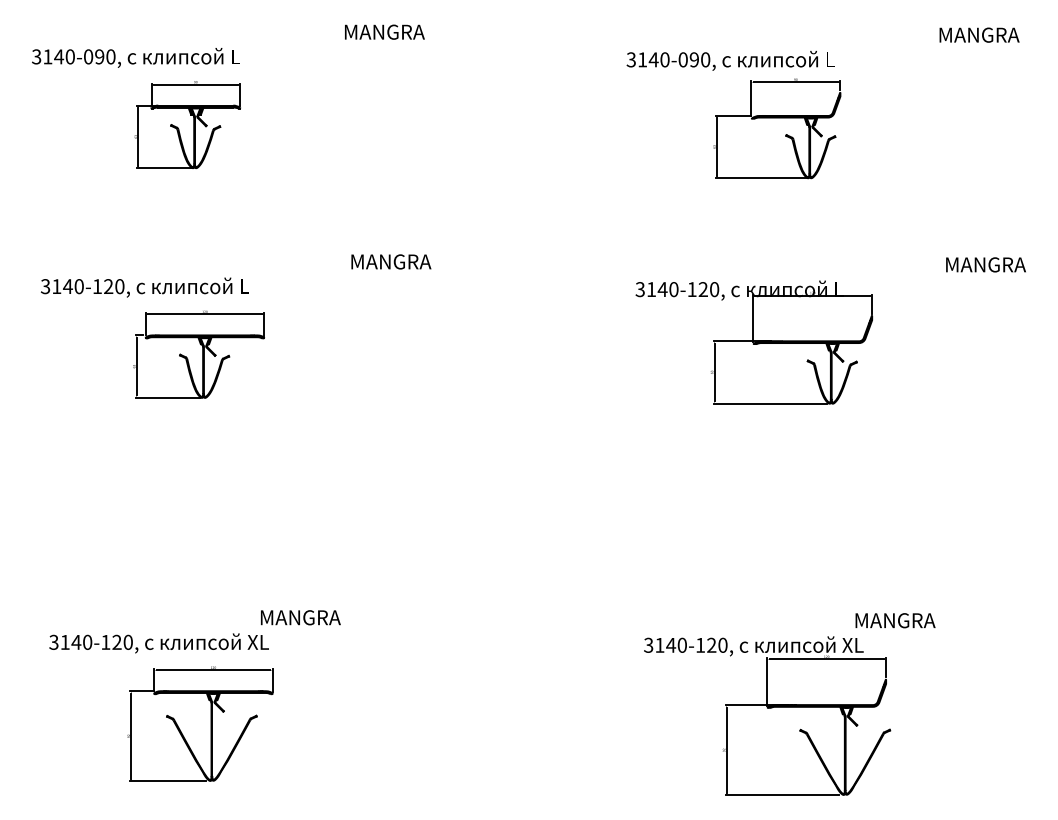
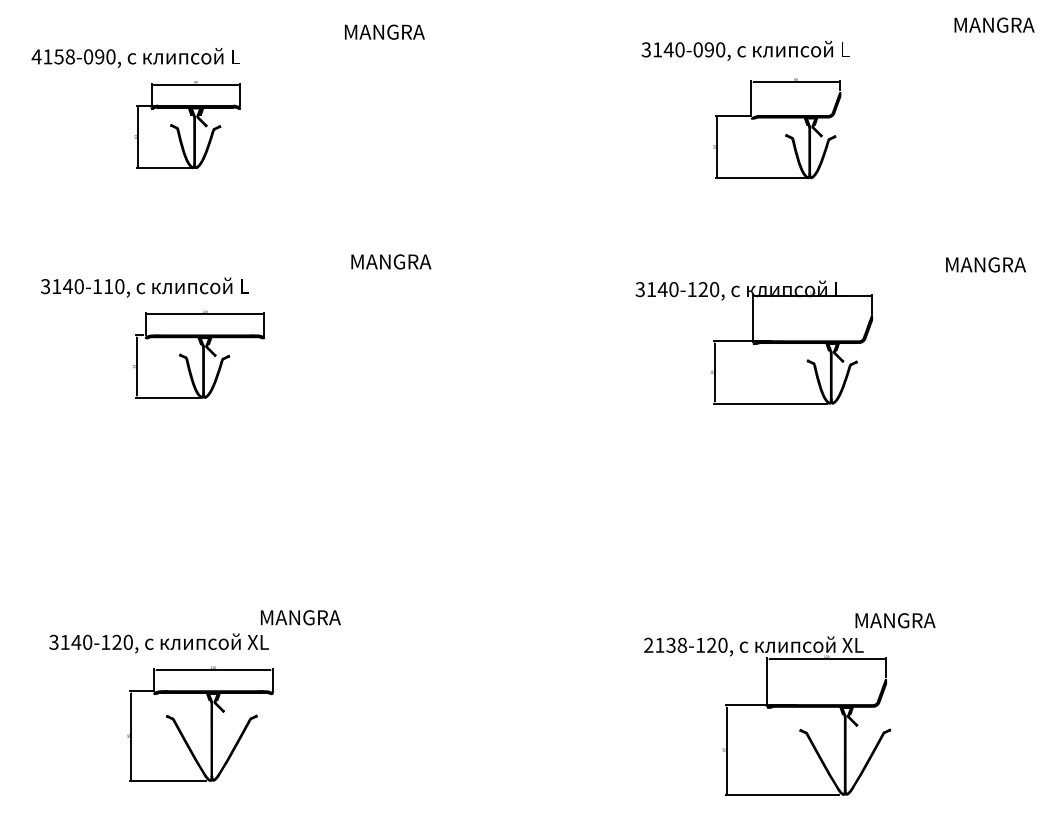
text at (822, 48) position: (822, 48) -> (837, 38)
text at (52, 56): 3140-090, -> 4158-090,
text at (108, 286): 3140-120, -> 3140-110,
text at (665, 644): 3140-120, -> 2138-120,
